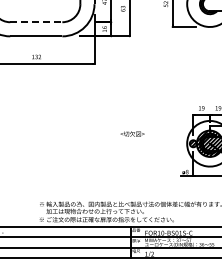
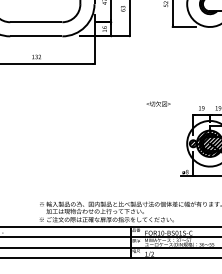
line at (36, 22): dashed -> solid
text at (132, 133) position: (132, 133) -> (158, 103)
